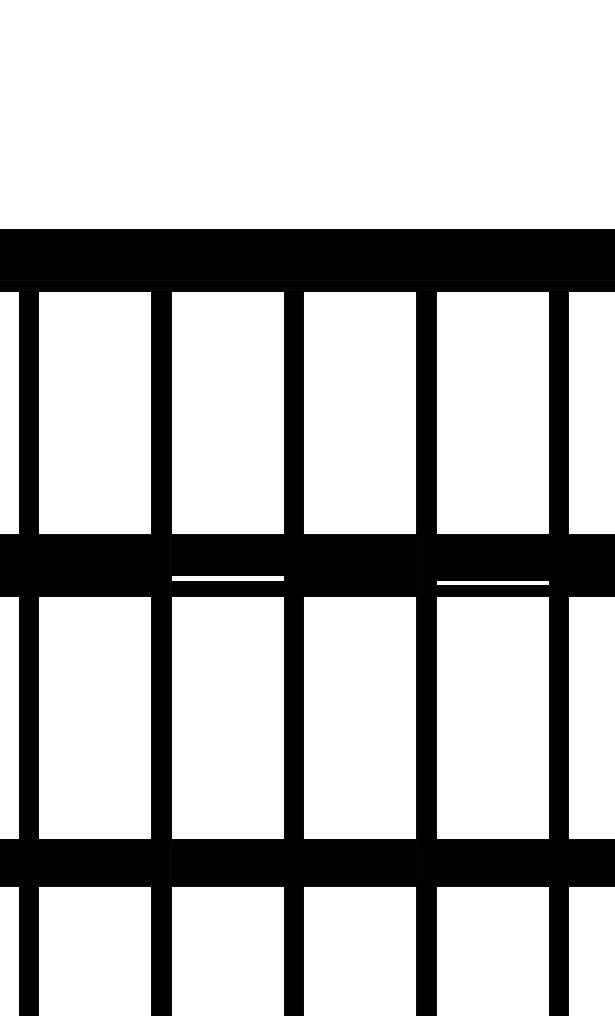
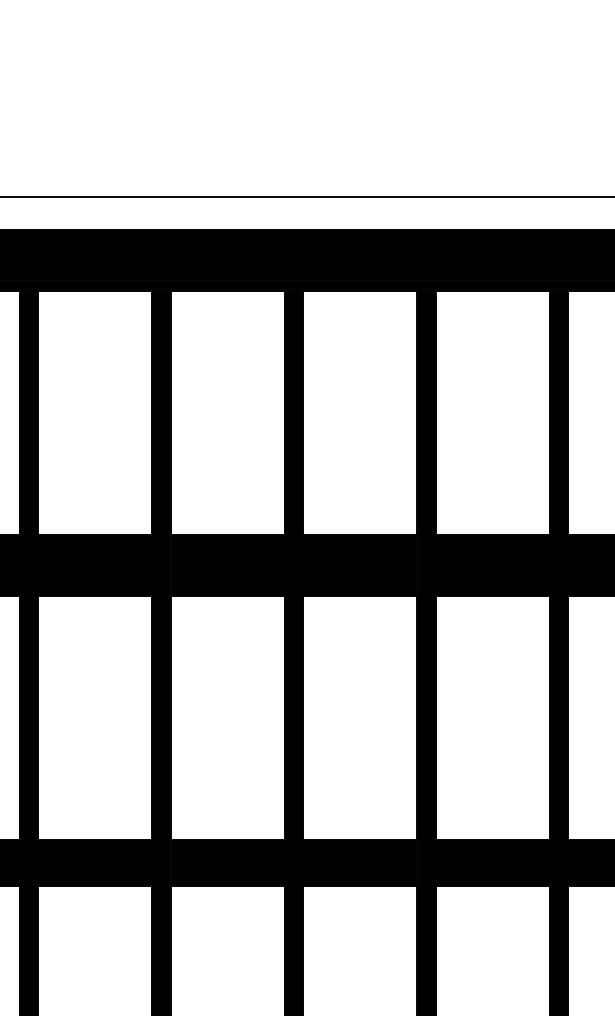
line at (306, 197): none -> present
fill at (227, 578): none -> present
fill at (492, 582): none -> present
